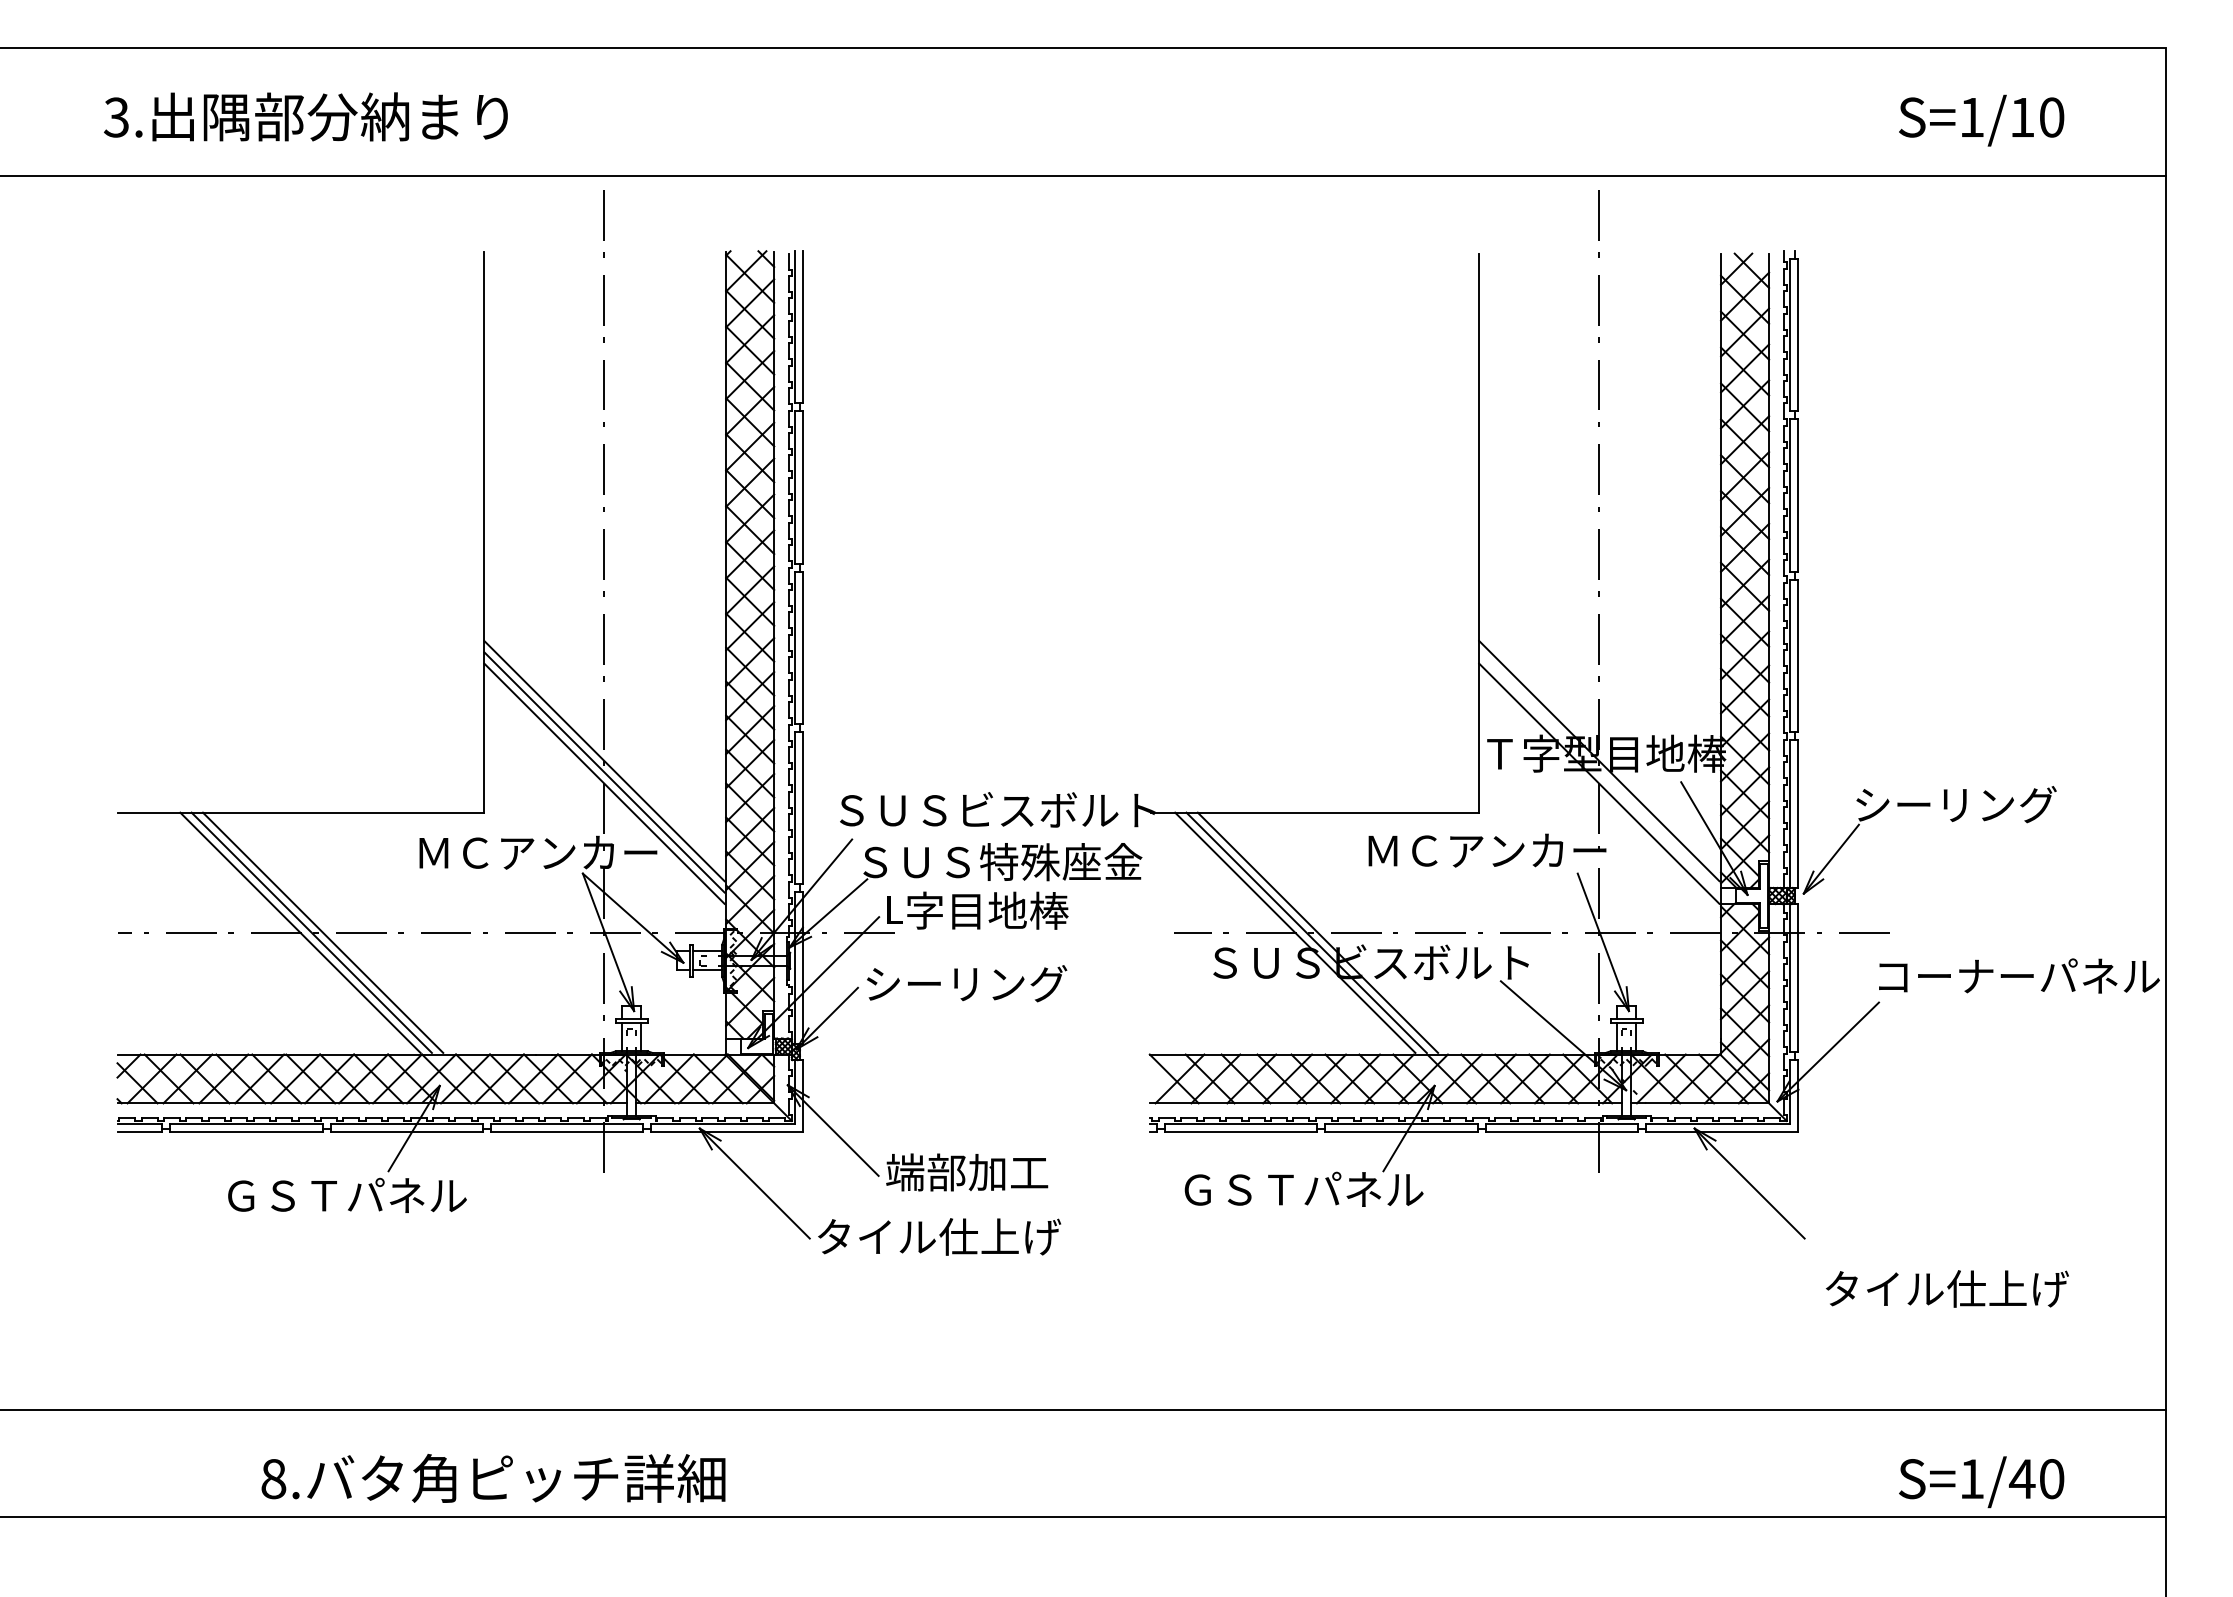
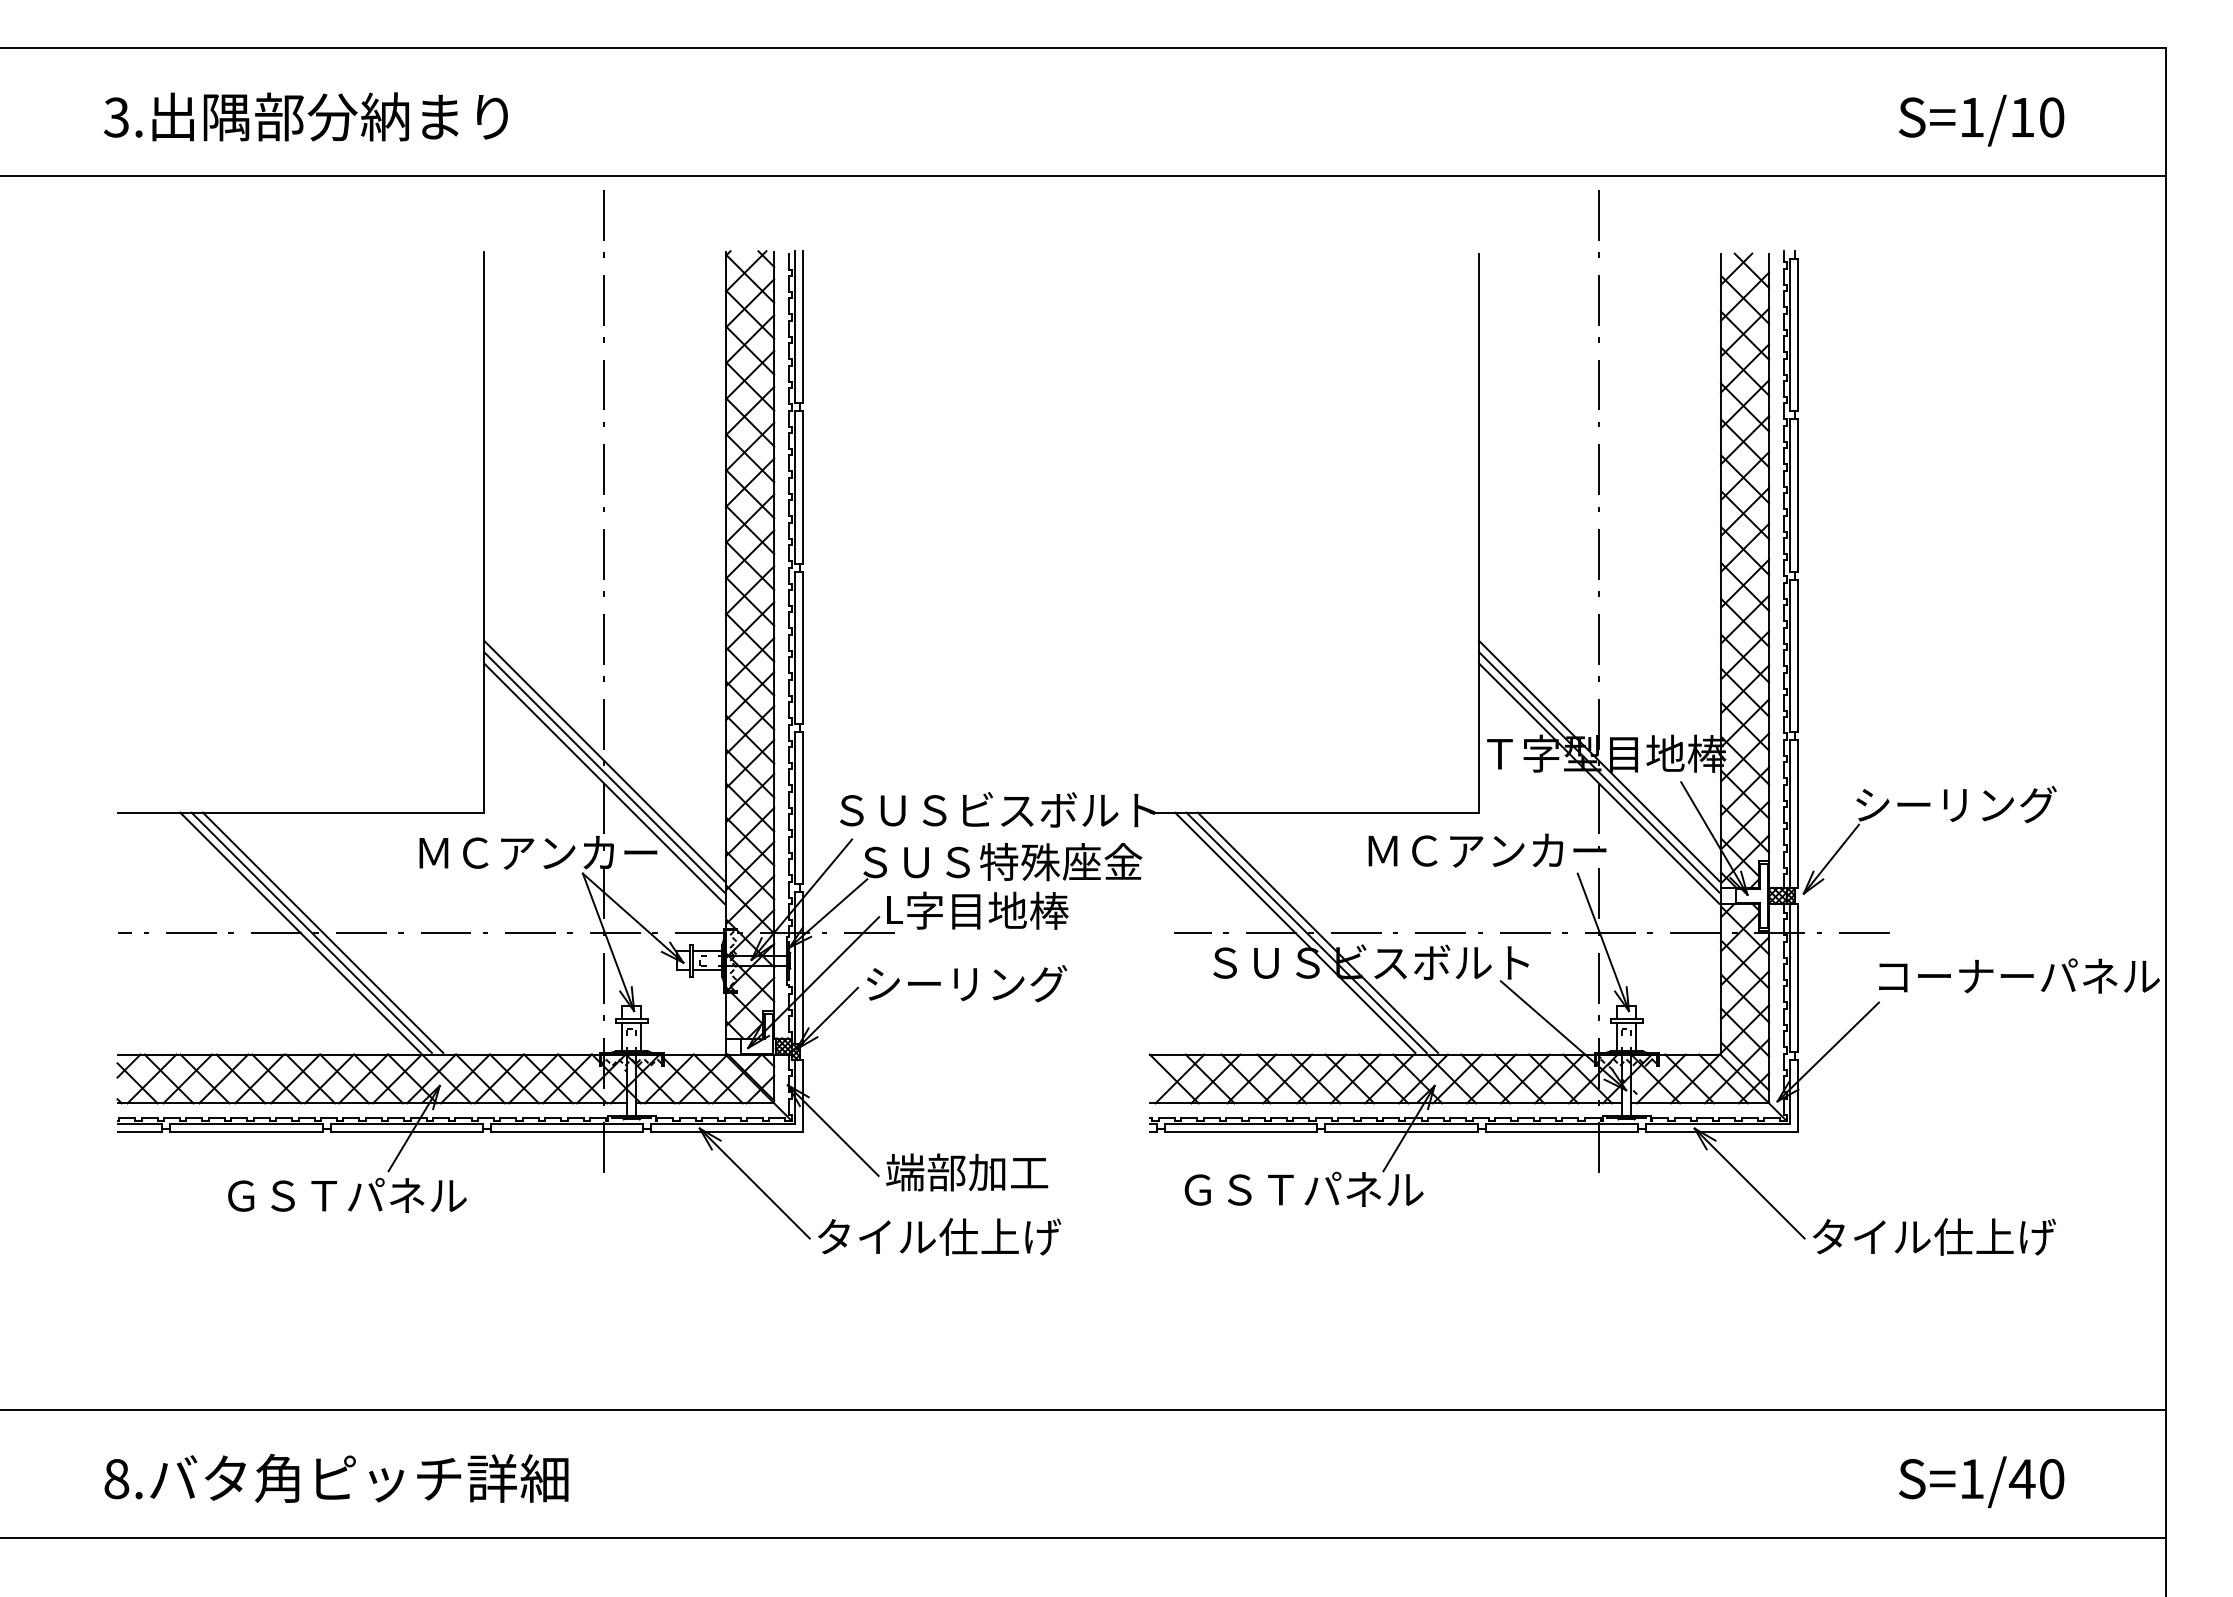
line at (1599, 772): none -> present
text at (1947, 1288) position: (1947, 1288) -> (1934, 1236)
text at (493, 1478) position: (493, 1478) -> (336, 1478)
line at (1084, 1516) position: (1084, 1516) -> (1084, 1537)
